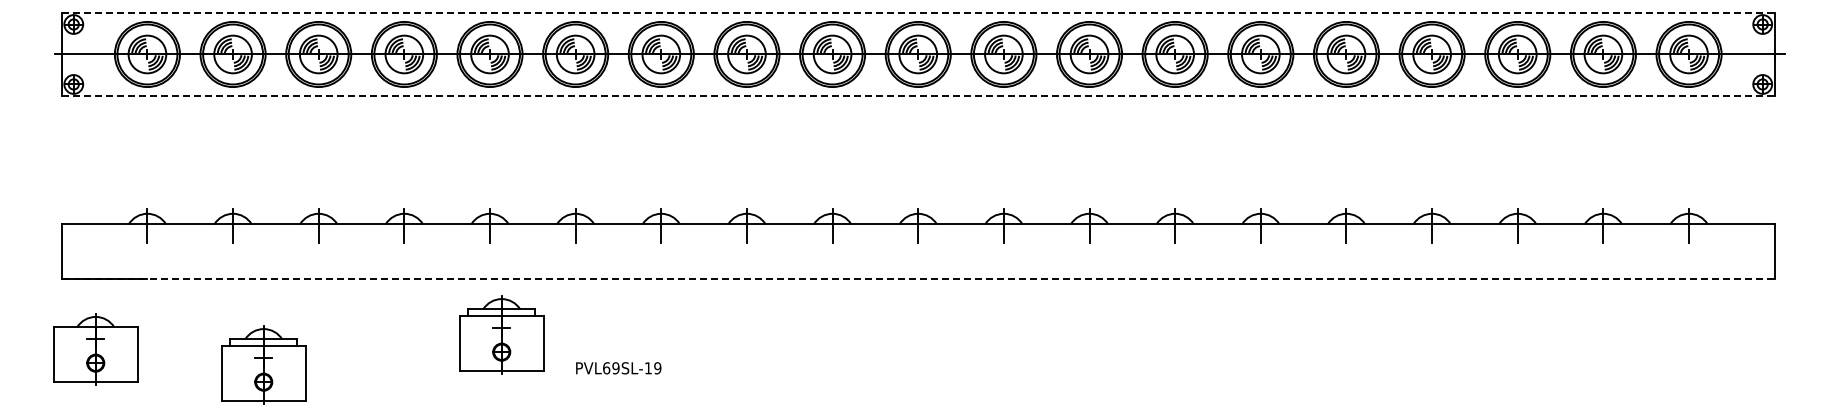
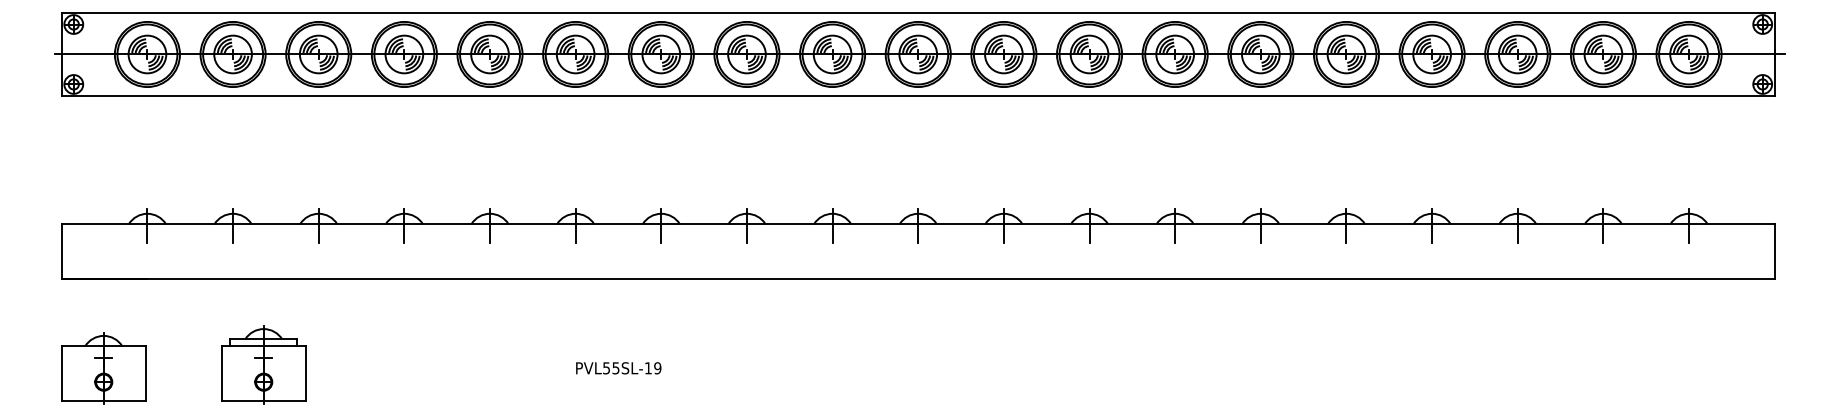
line at (918, 12): dashed -> solid
line at (918, 96): dashed -> solid
line at (918, 278): dashed -> solid
part at (501, 334): present -> none
part at (95, 349) position: (95, 349) -> (103, 368)
text at (611, 368): PVL69SL-19 -> PVL55SL-19
